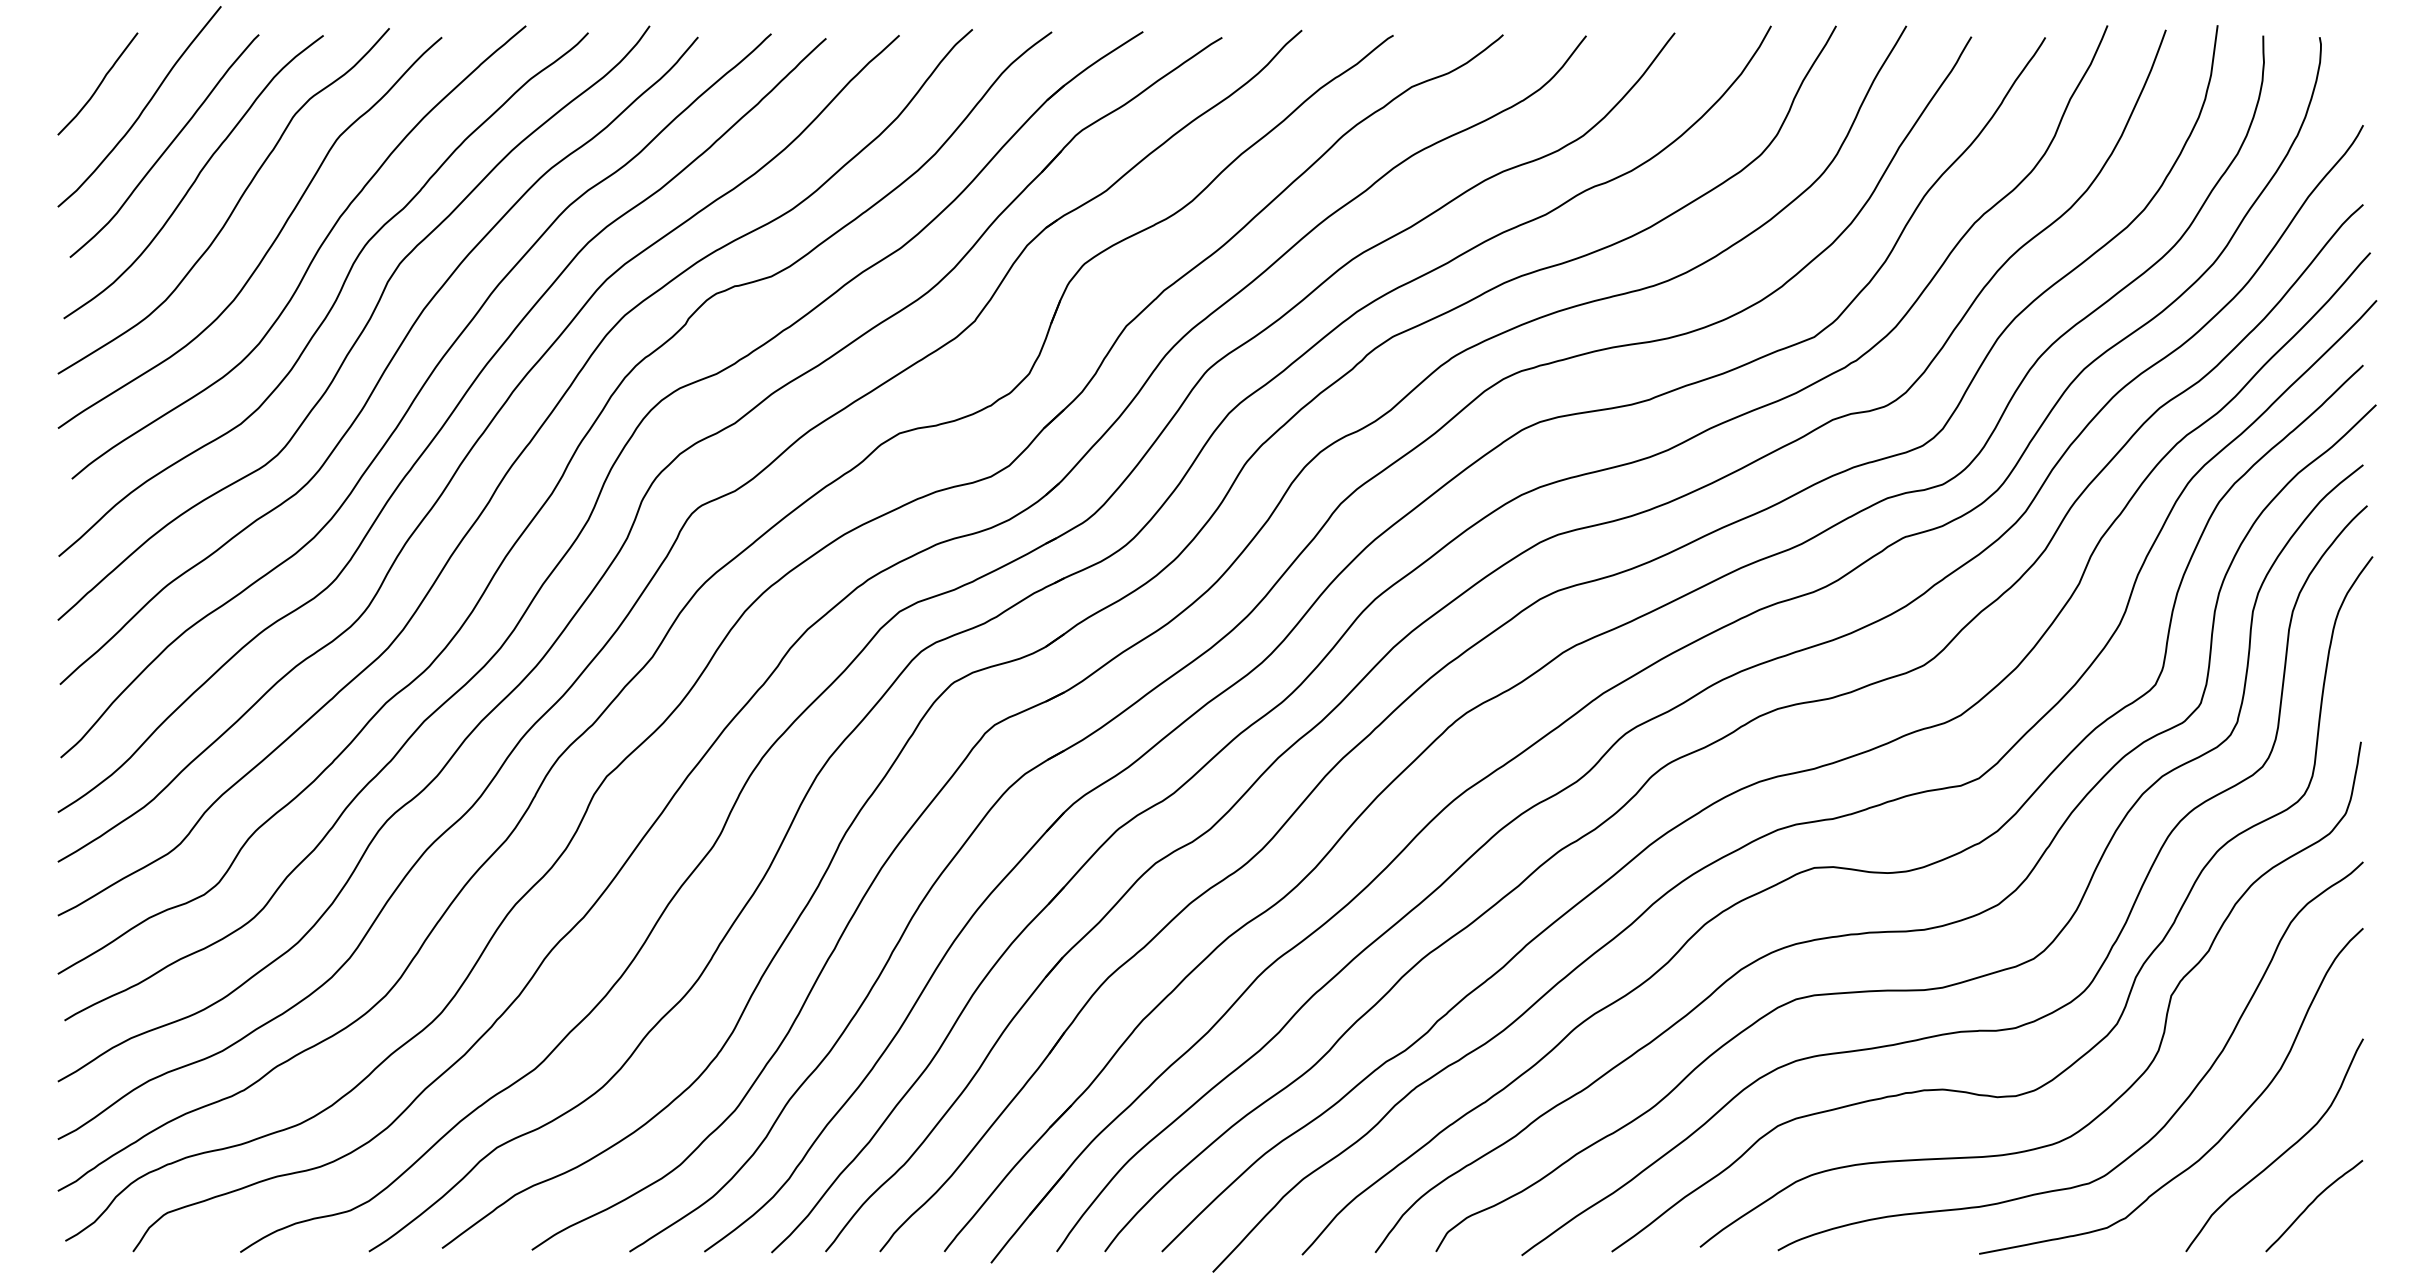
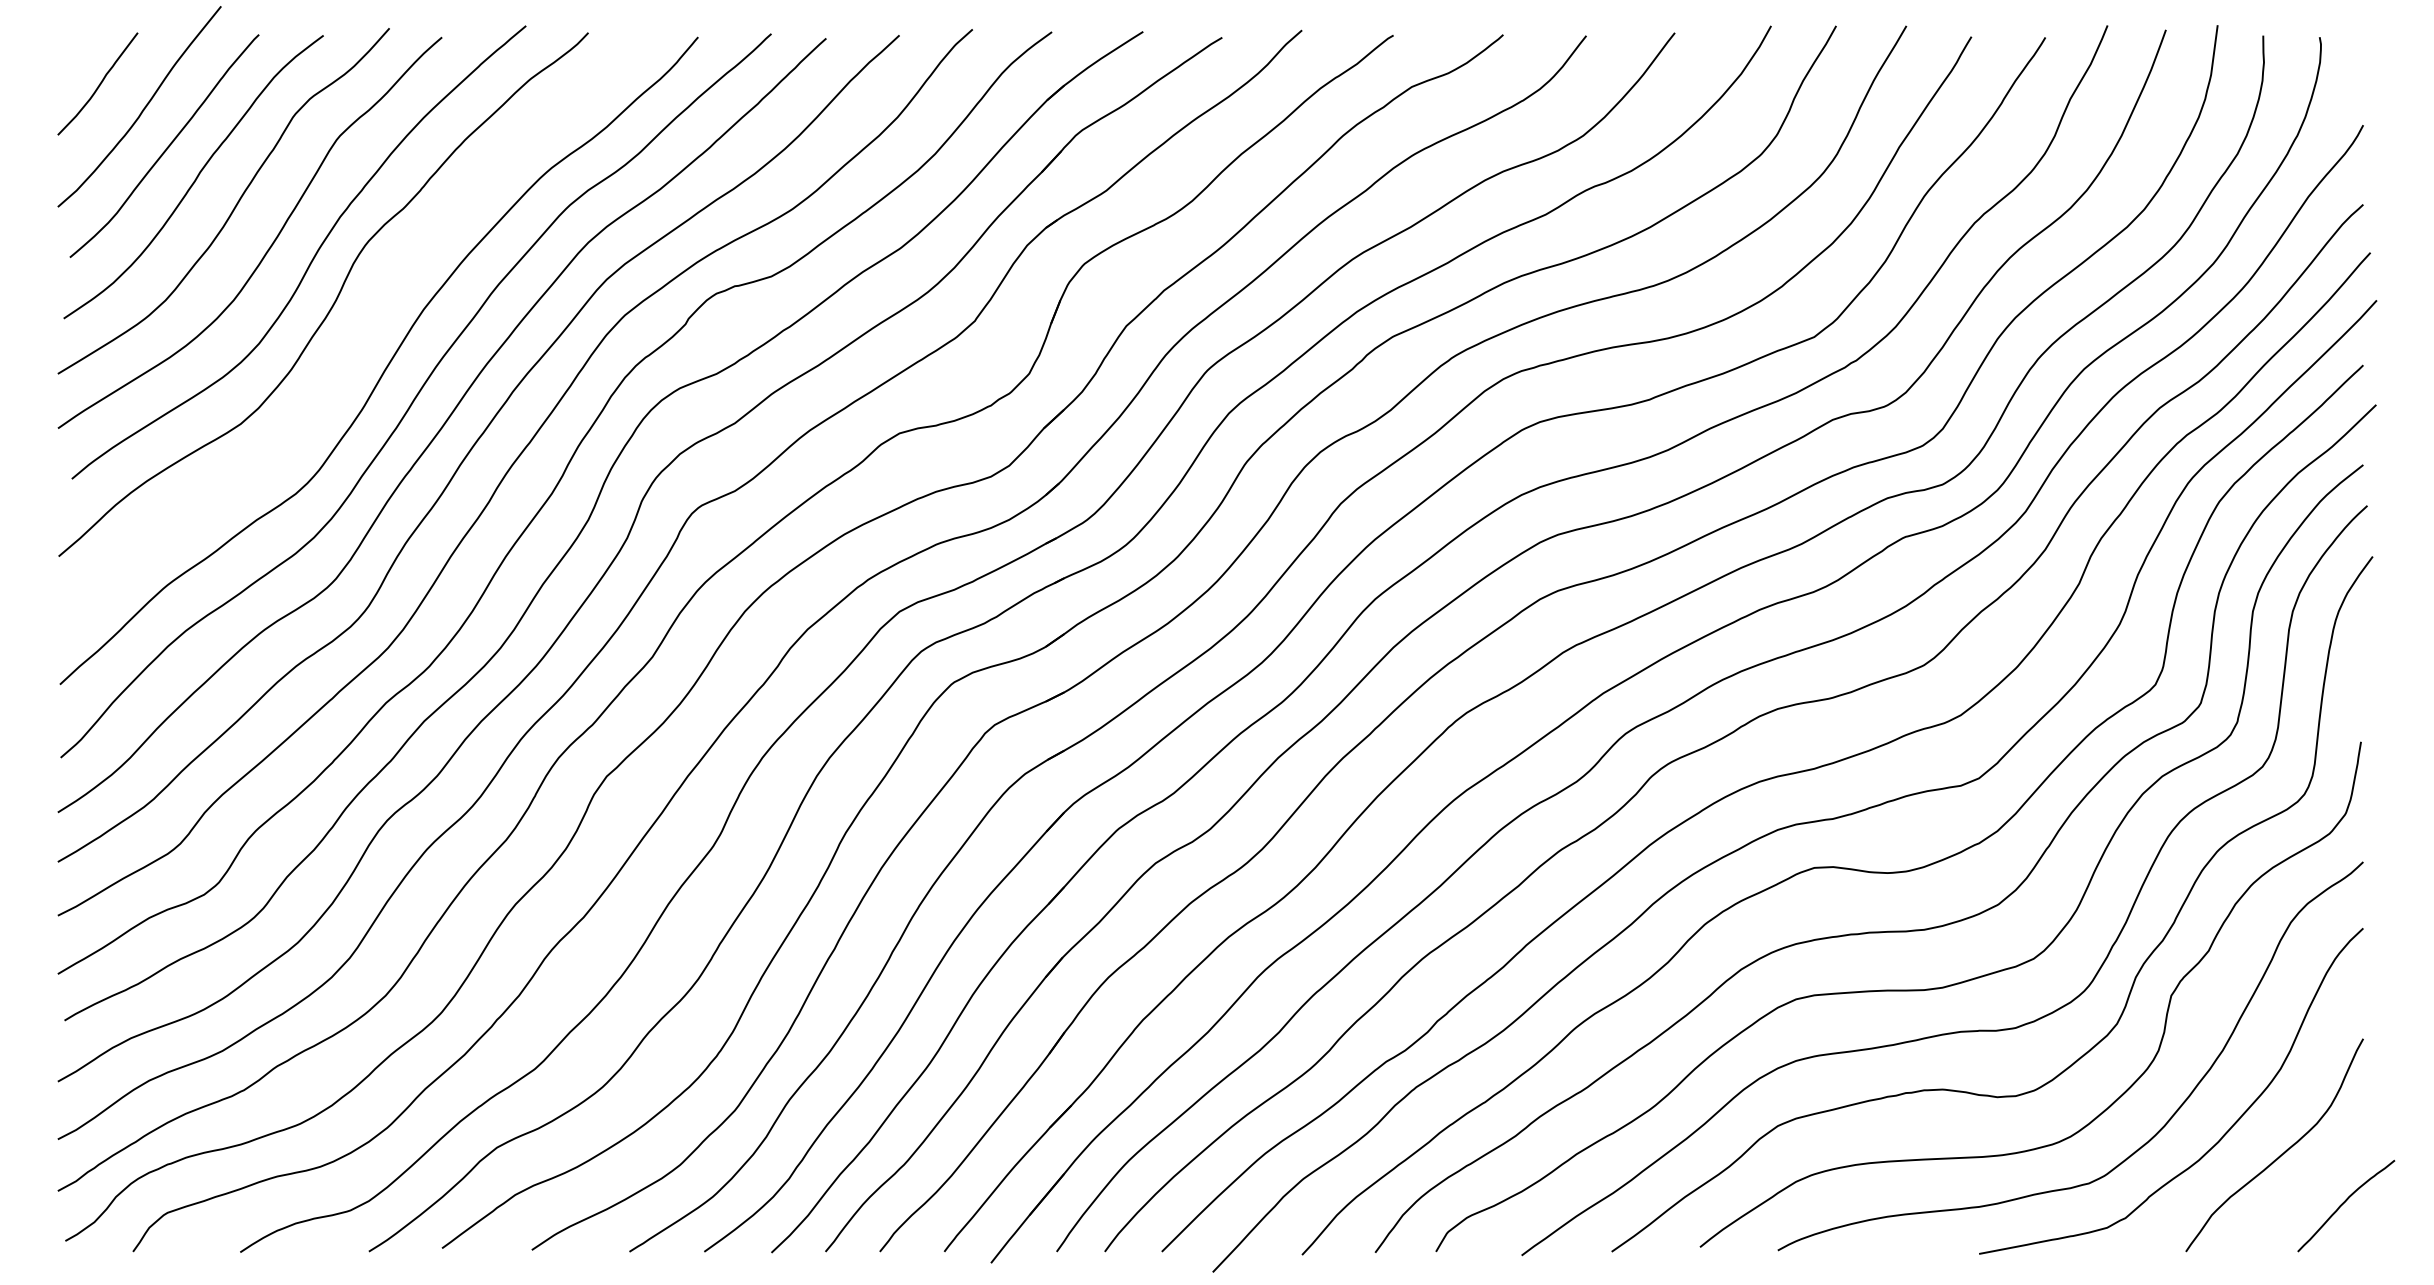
curve at (363, 327): present -> none
curve at (2312, 1203) position: (2312, 1203) -> (2344, 1203)
